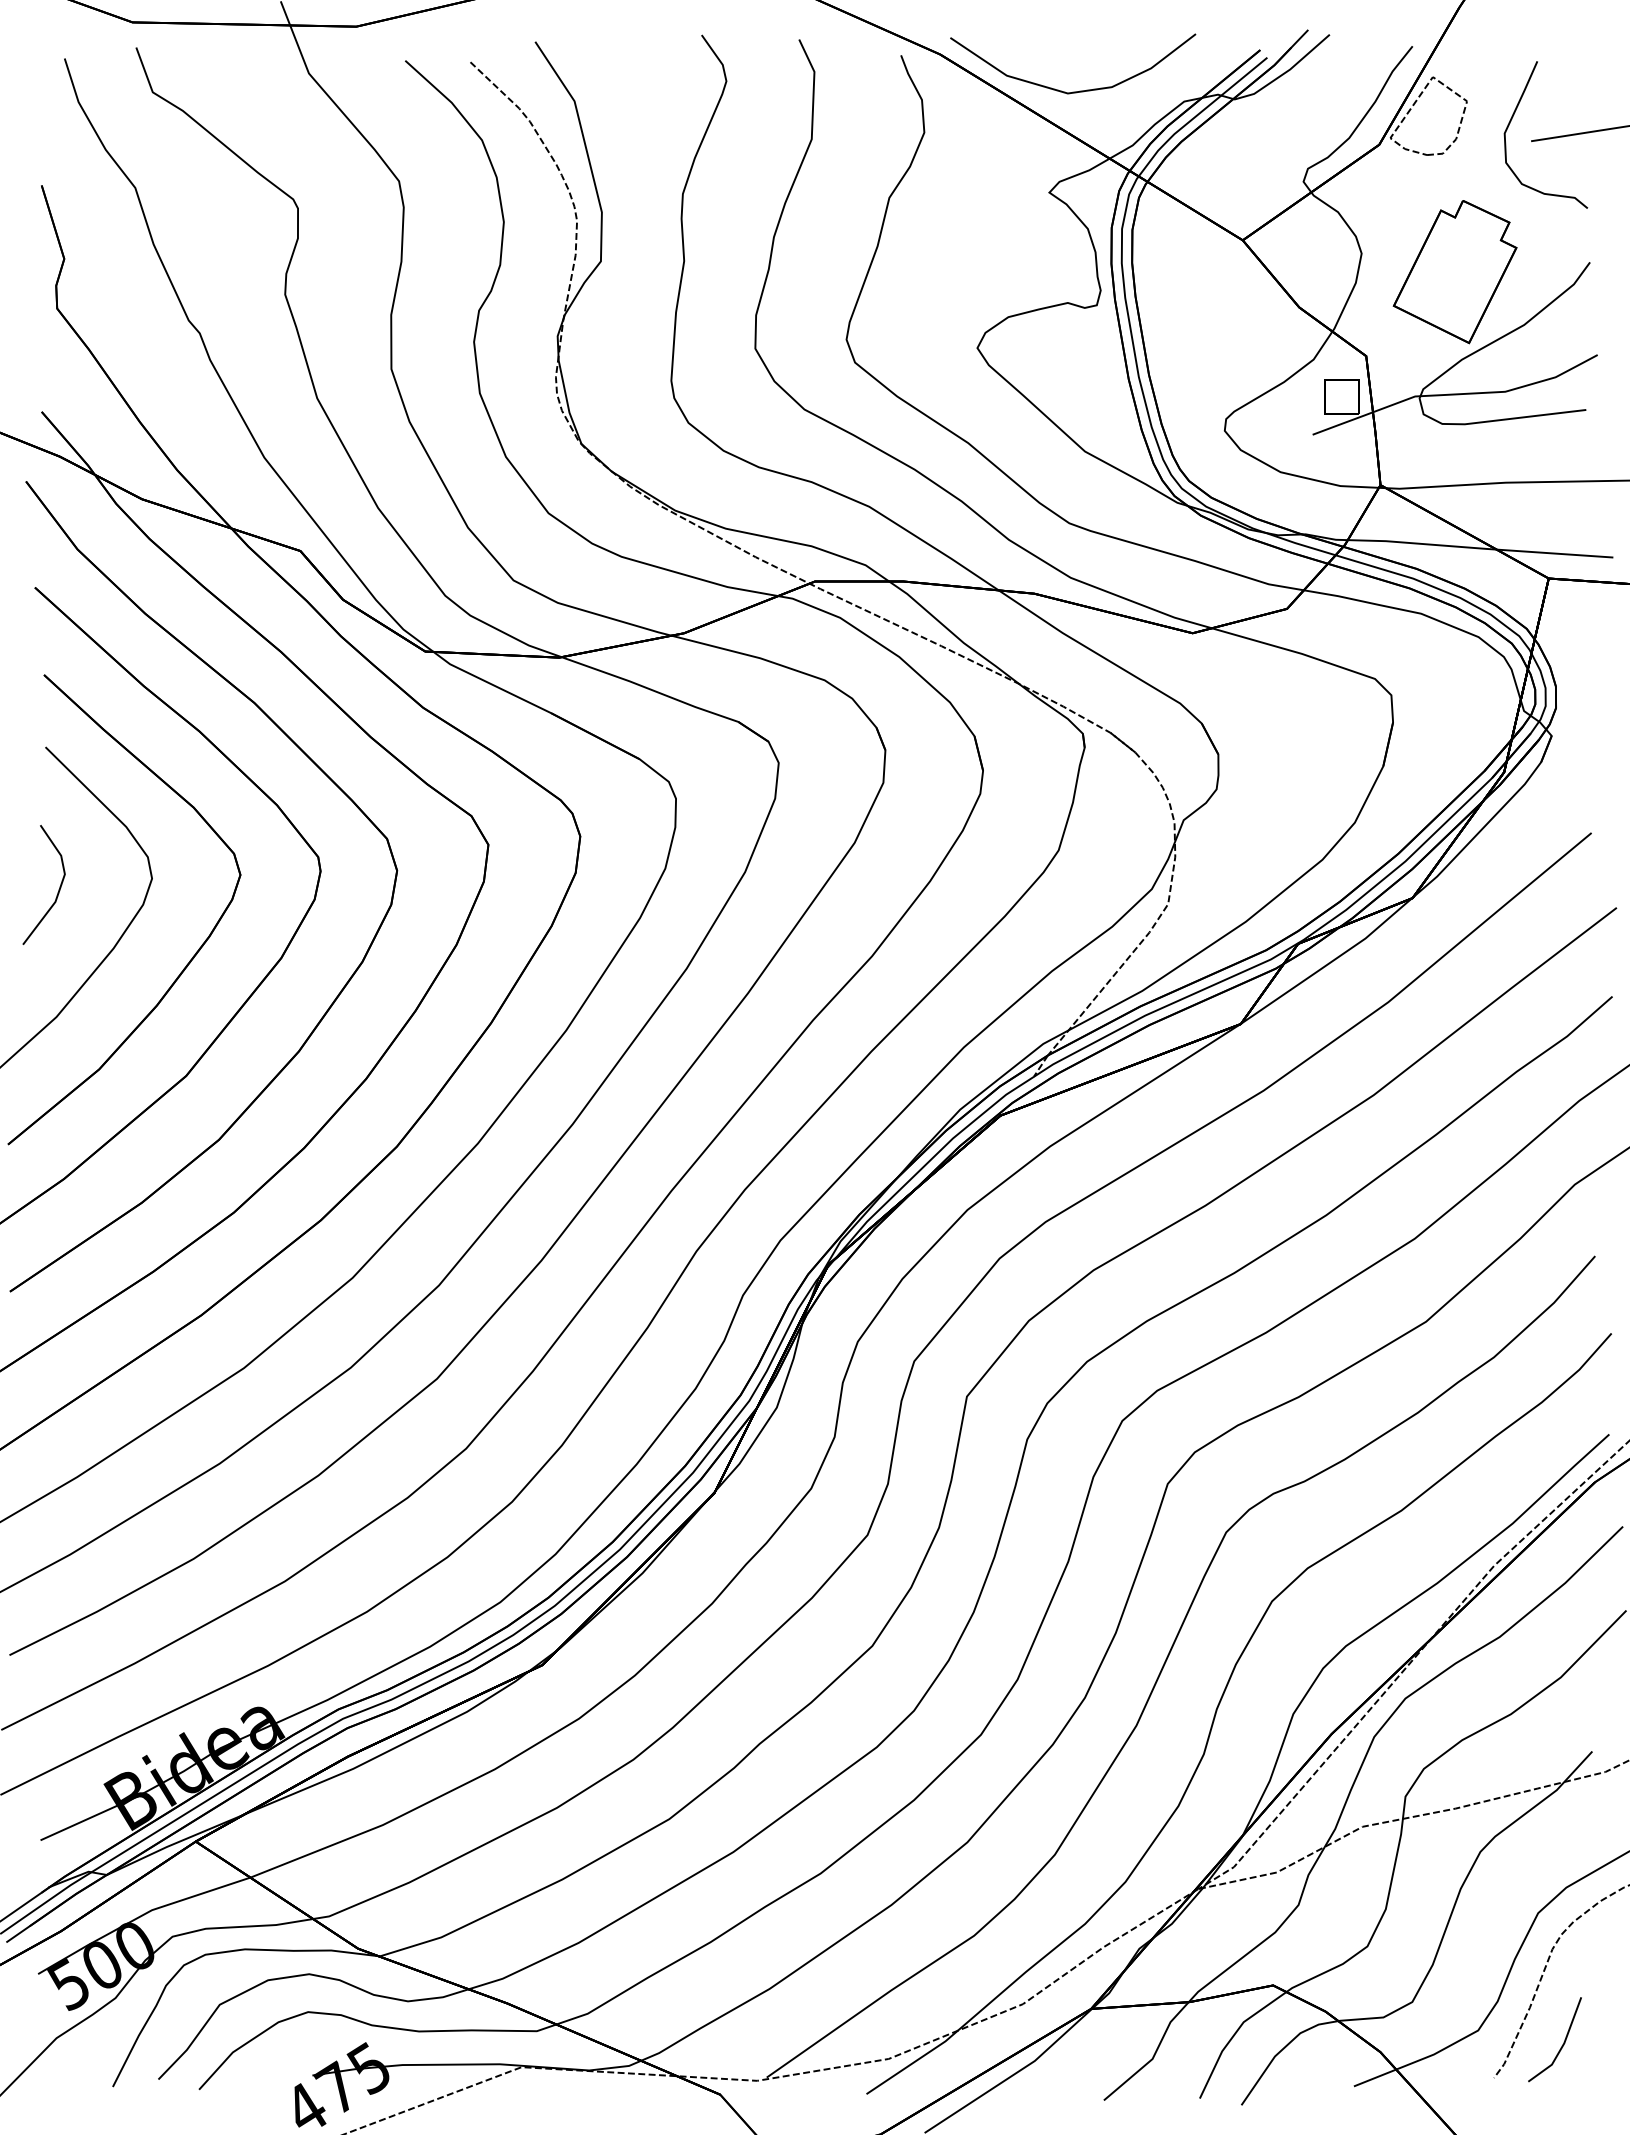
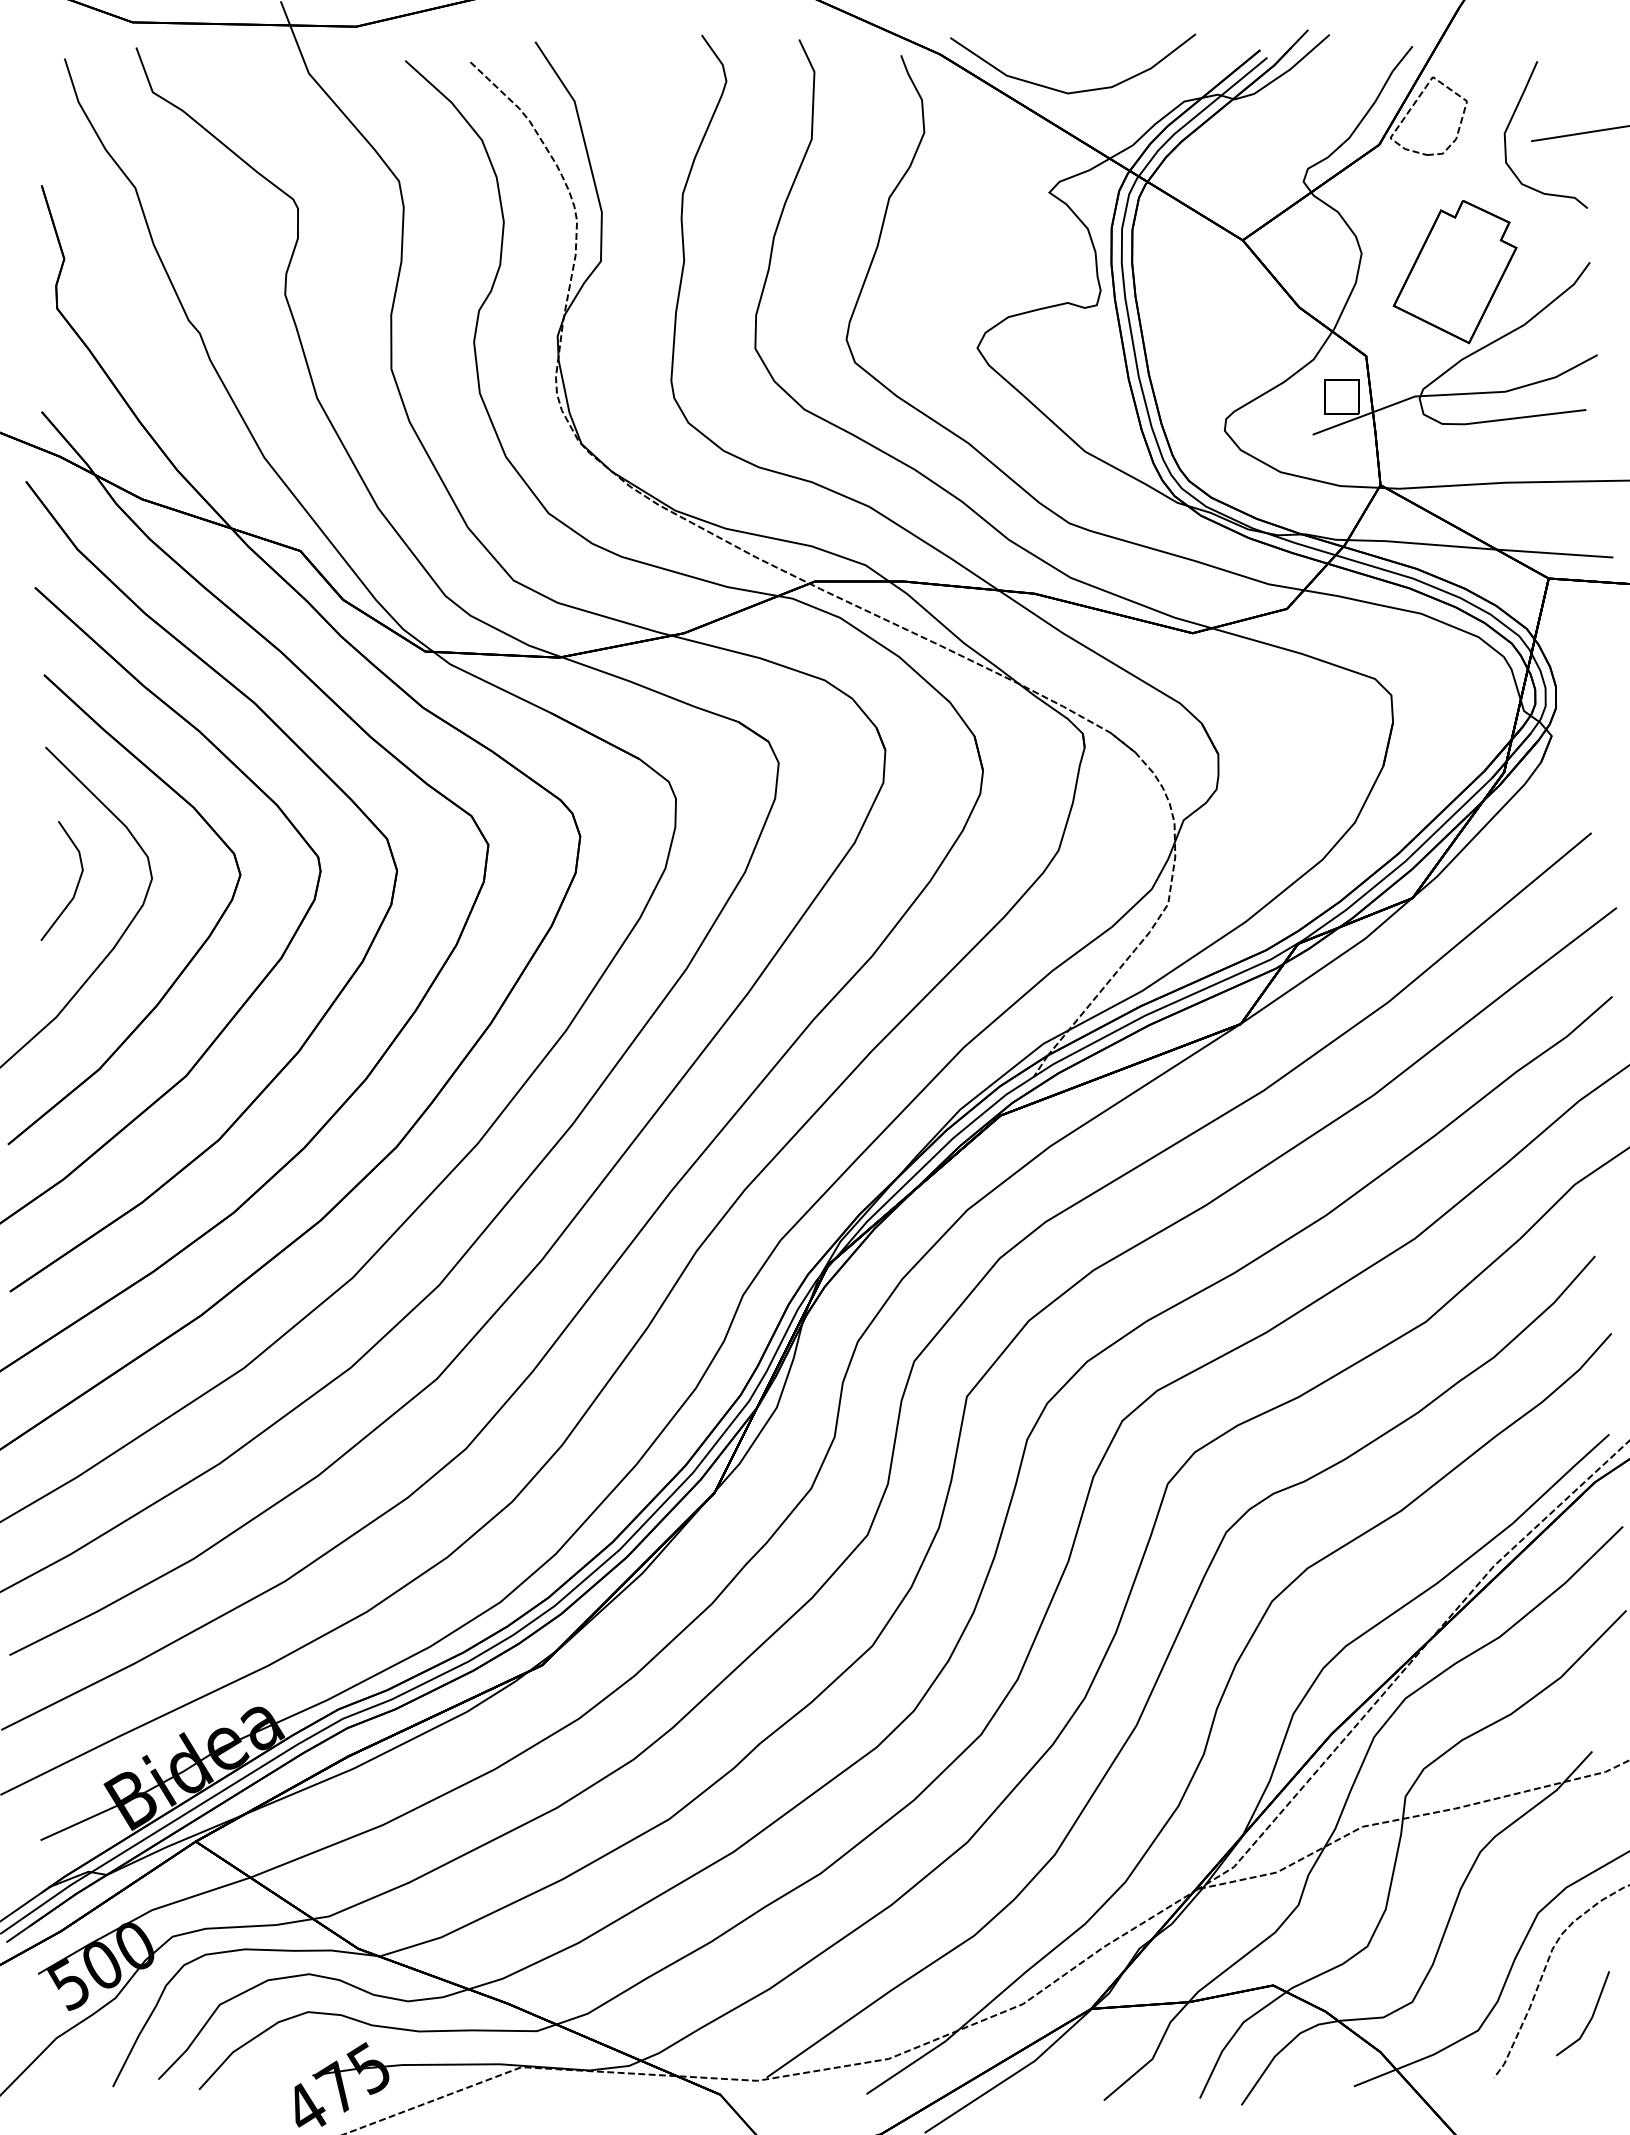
line at (58, 889) position: (58, 889) -> (76, 885)
line at (1562, 2044) position: (1562, 2044) -> (1590, 2018)
